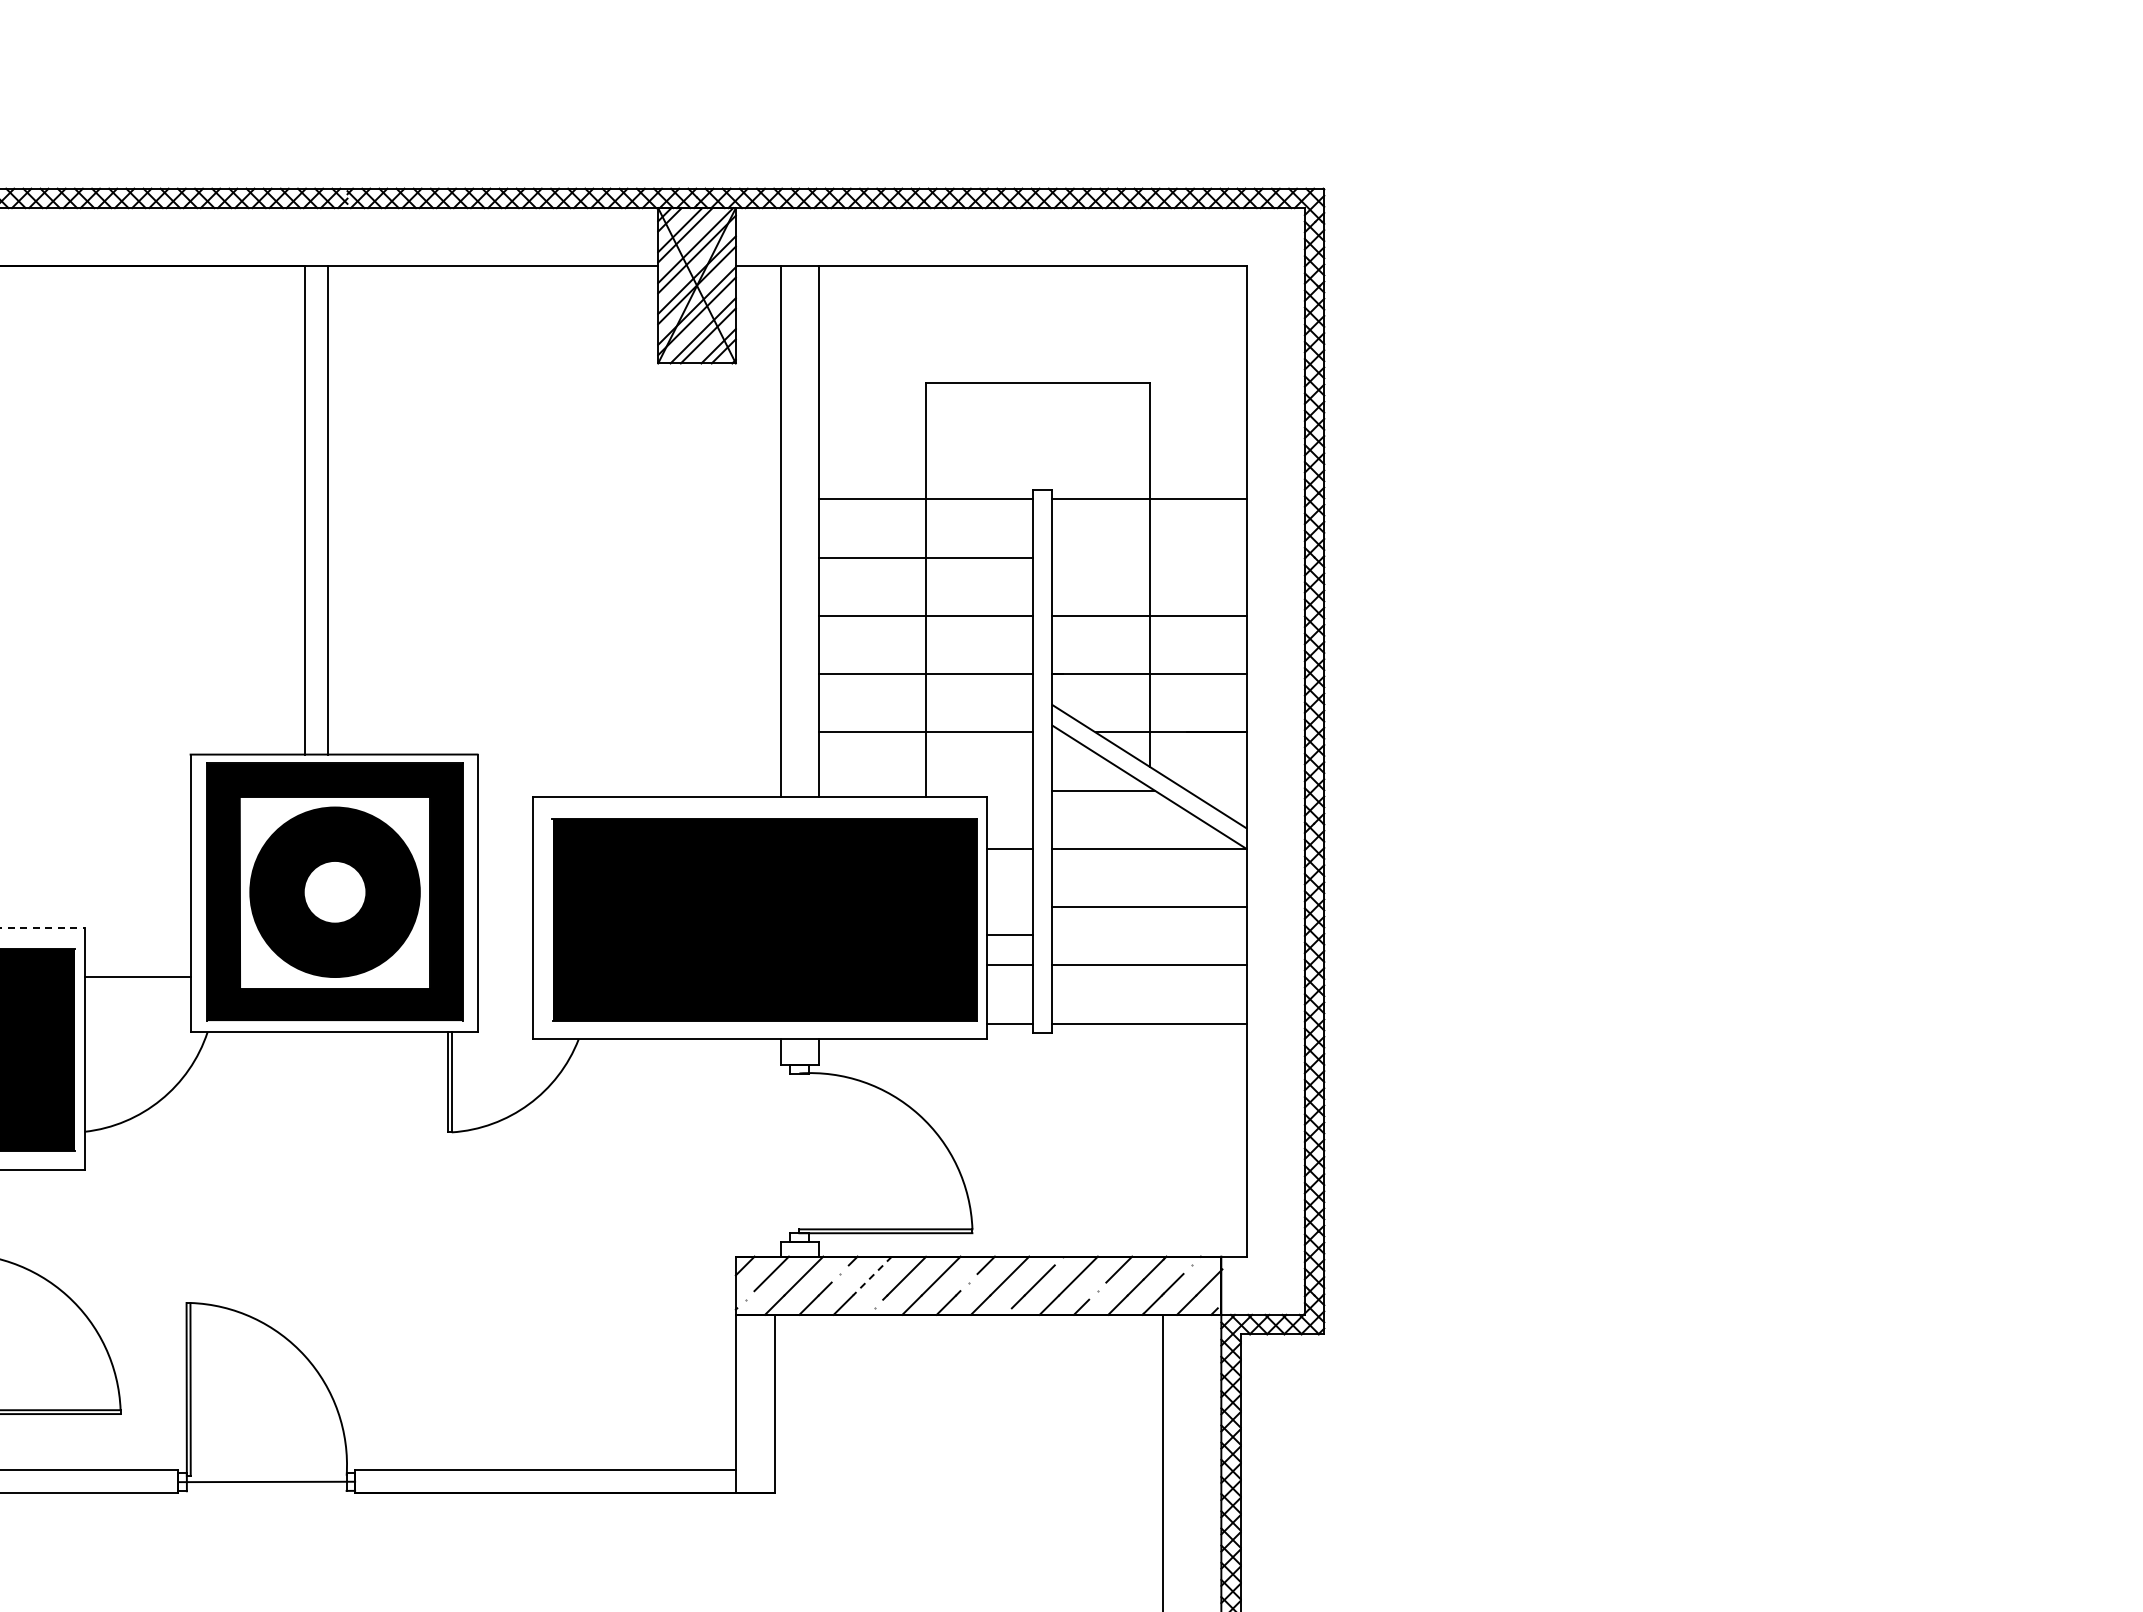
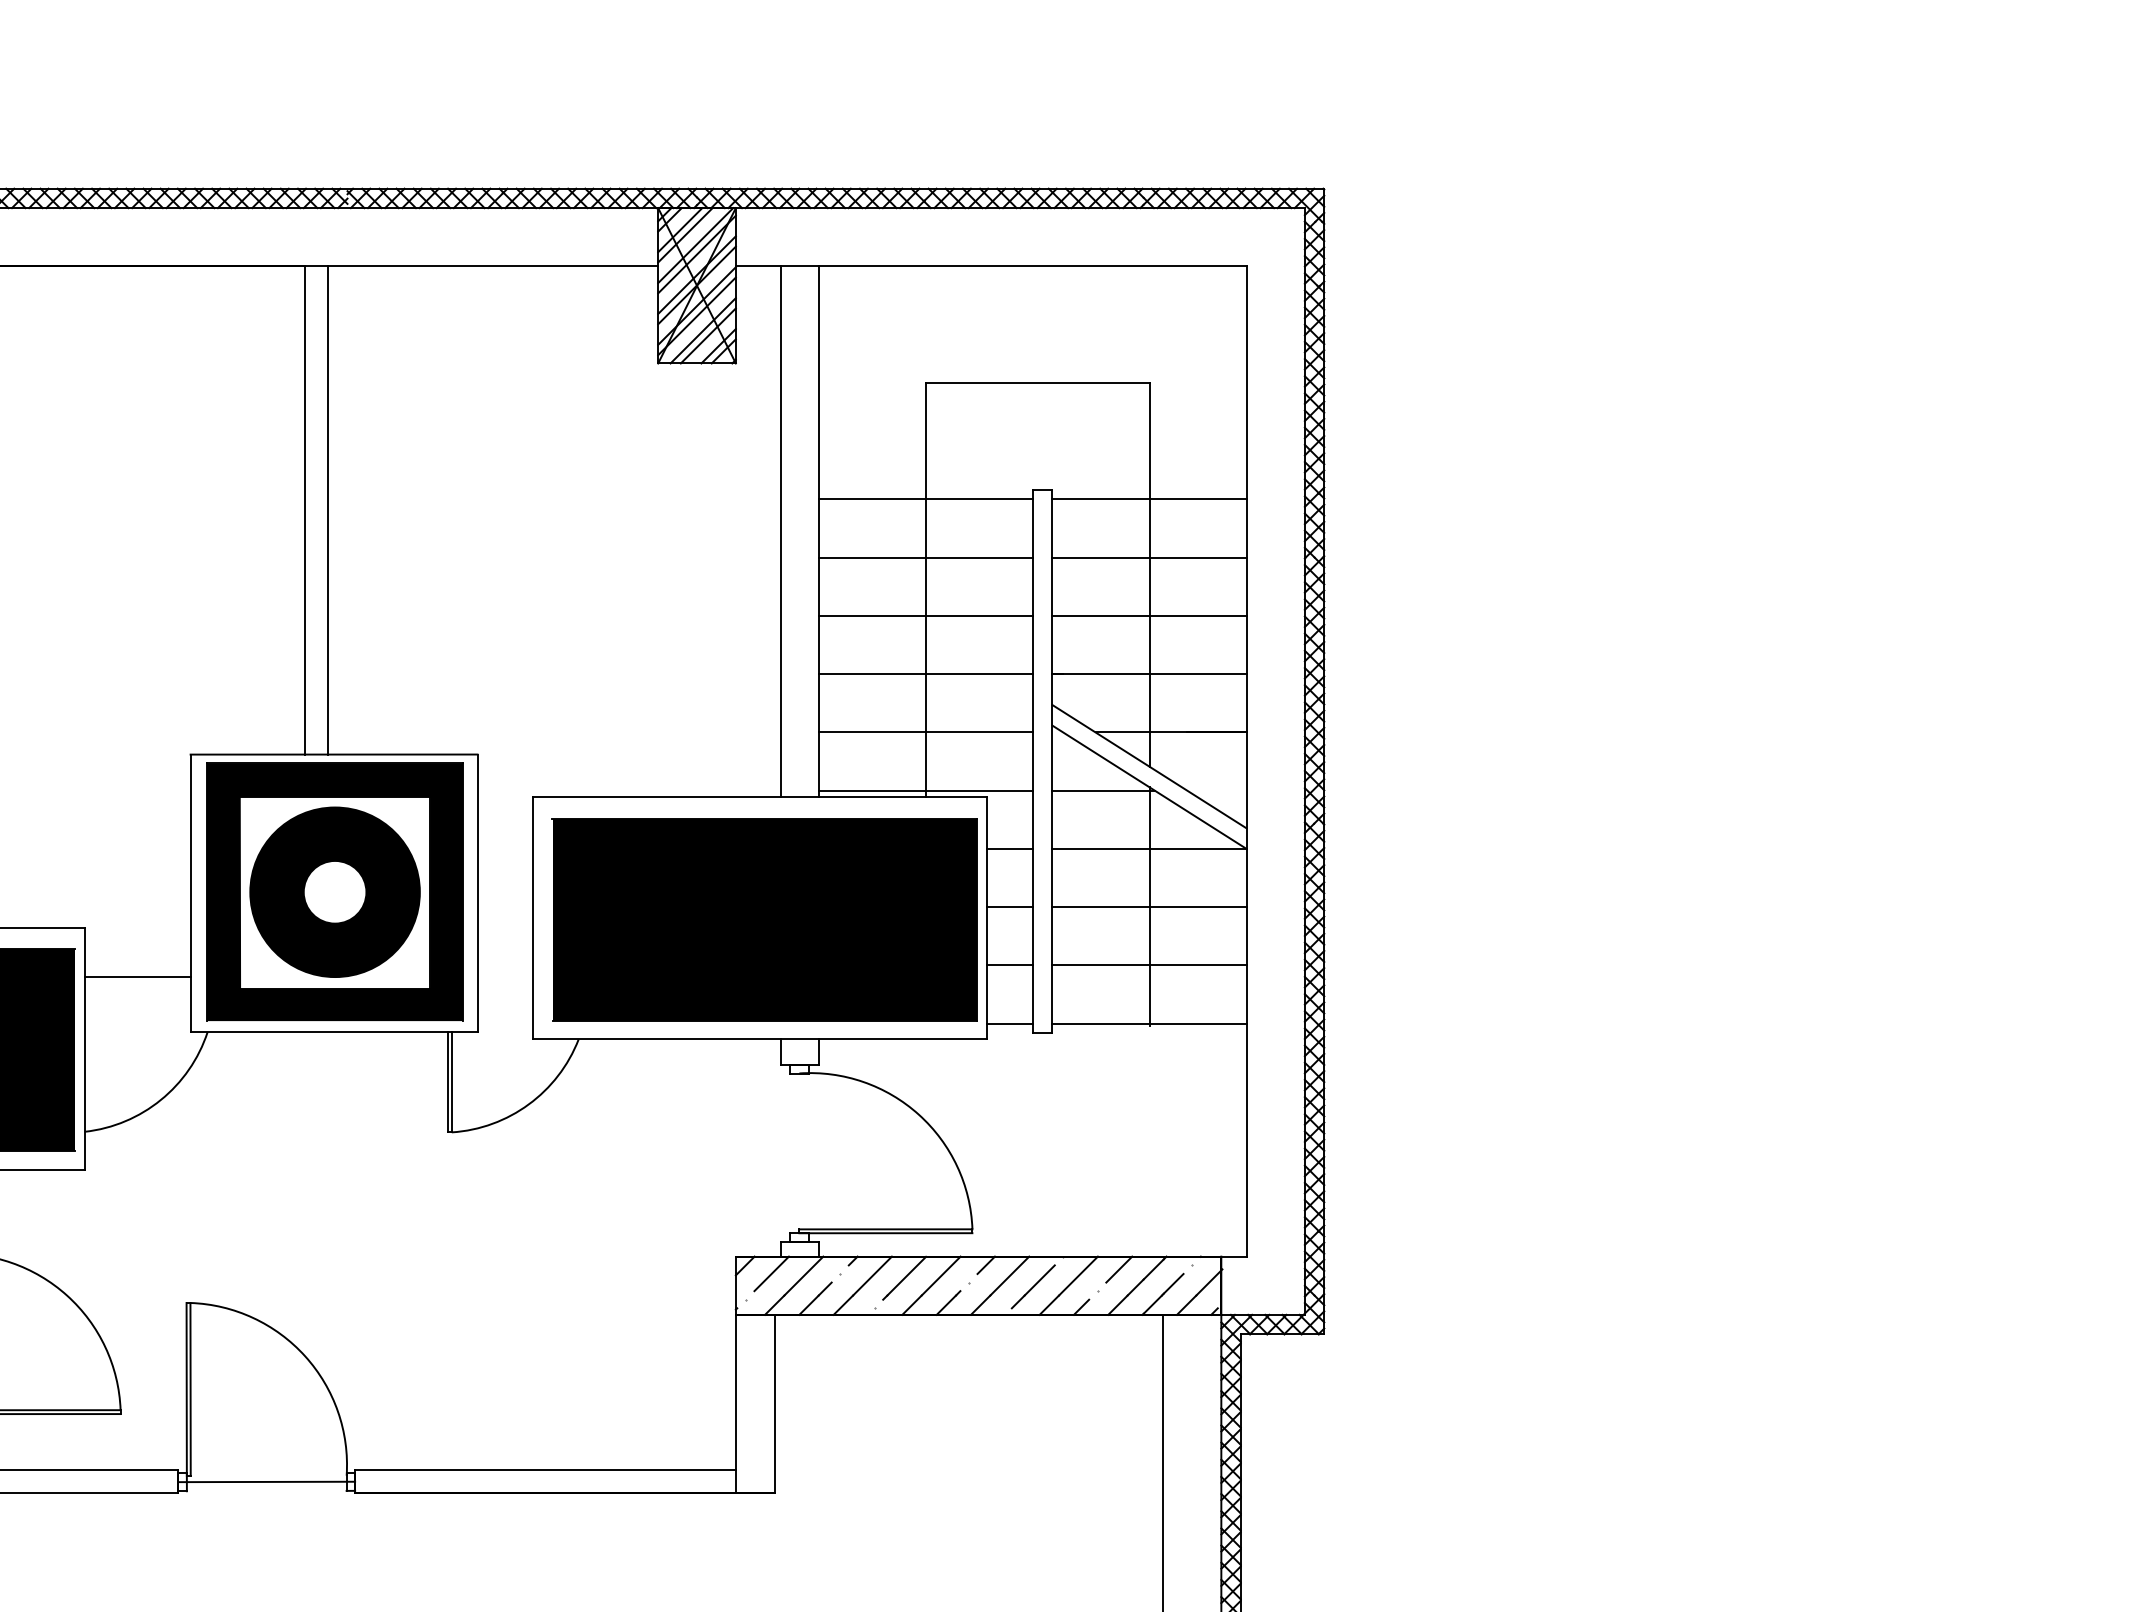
line at (1149, 557): none -> present
line at (926, 790): none -> present
line at (1149, 906): none -> present
line at (42, 927): dashed -> solid
line at (1009, 935) position: (1009, 935) -> (1009, 907)
line at (872, 1276): dashed -> solid
